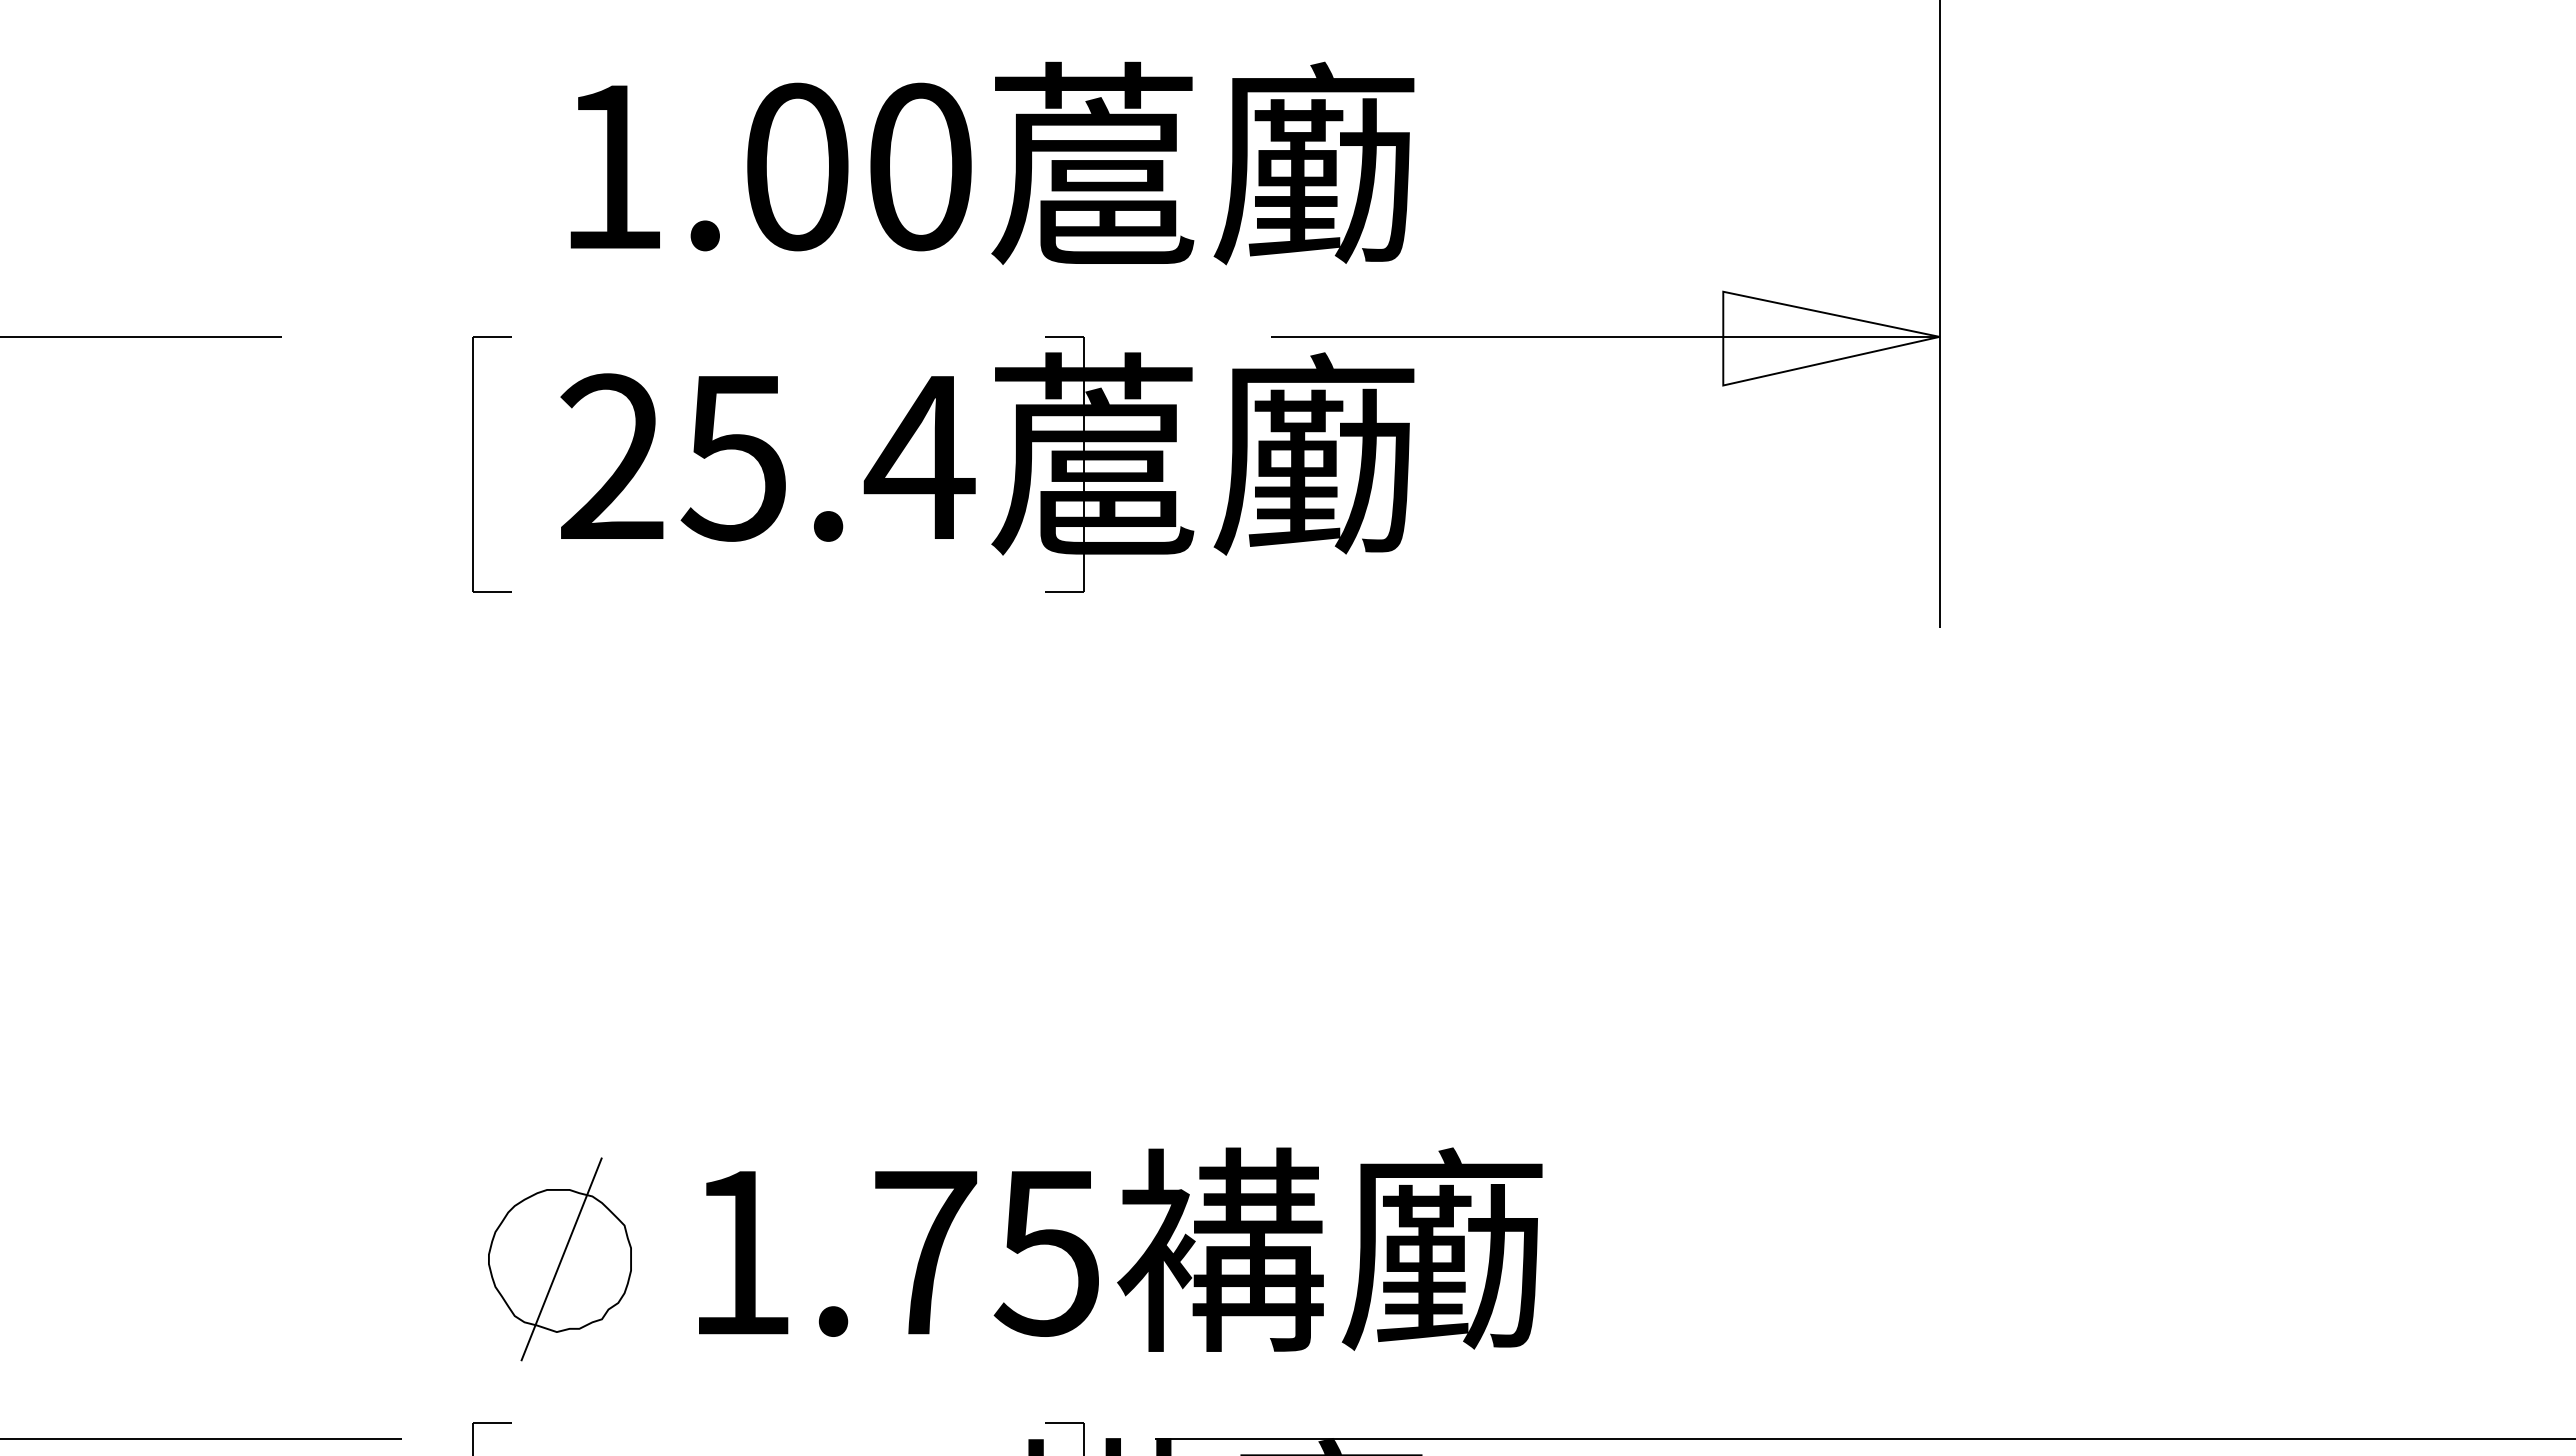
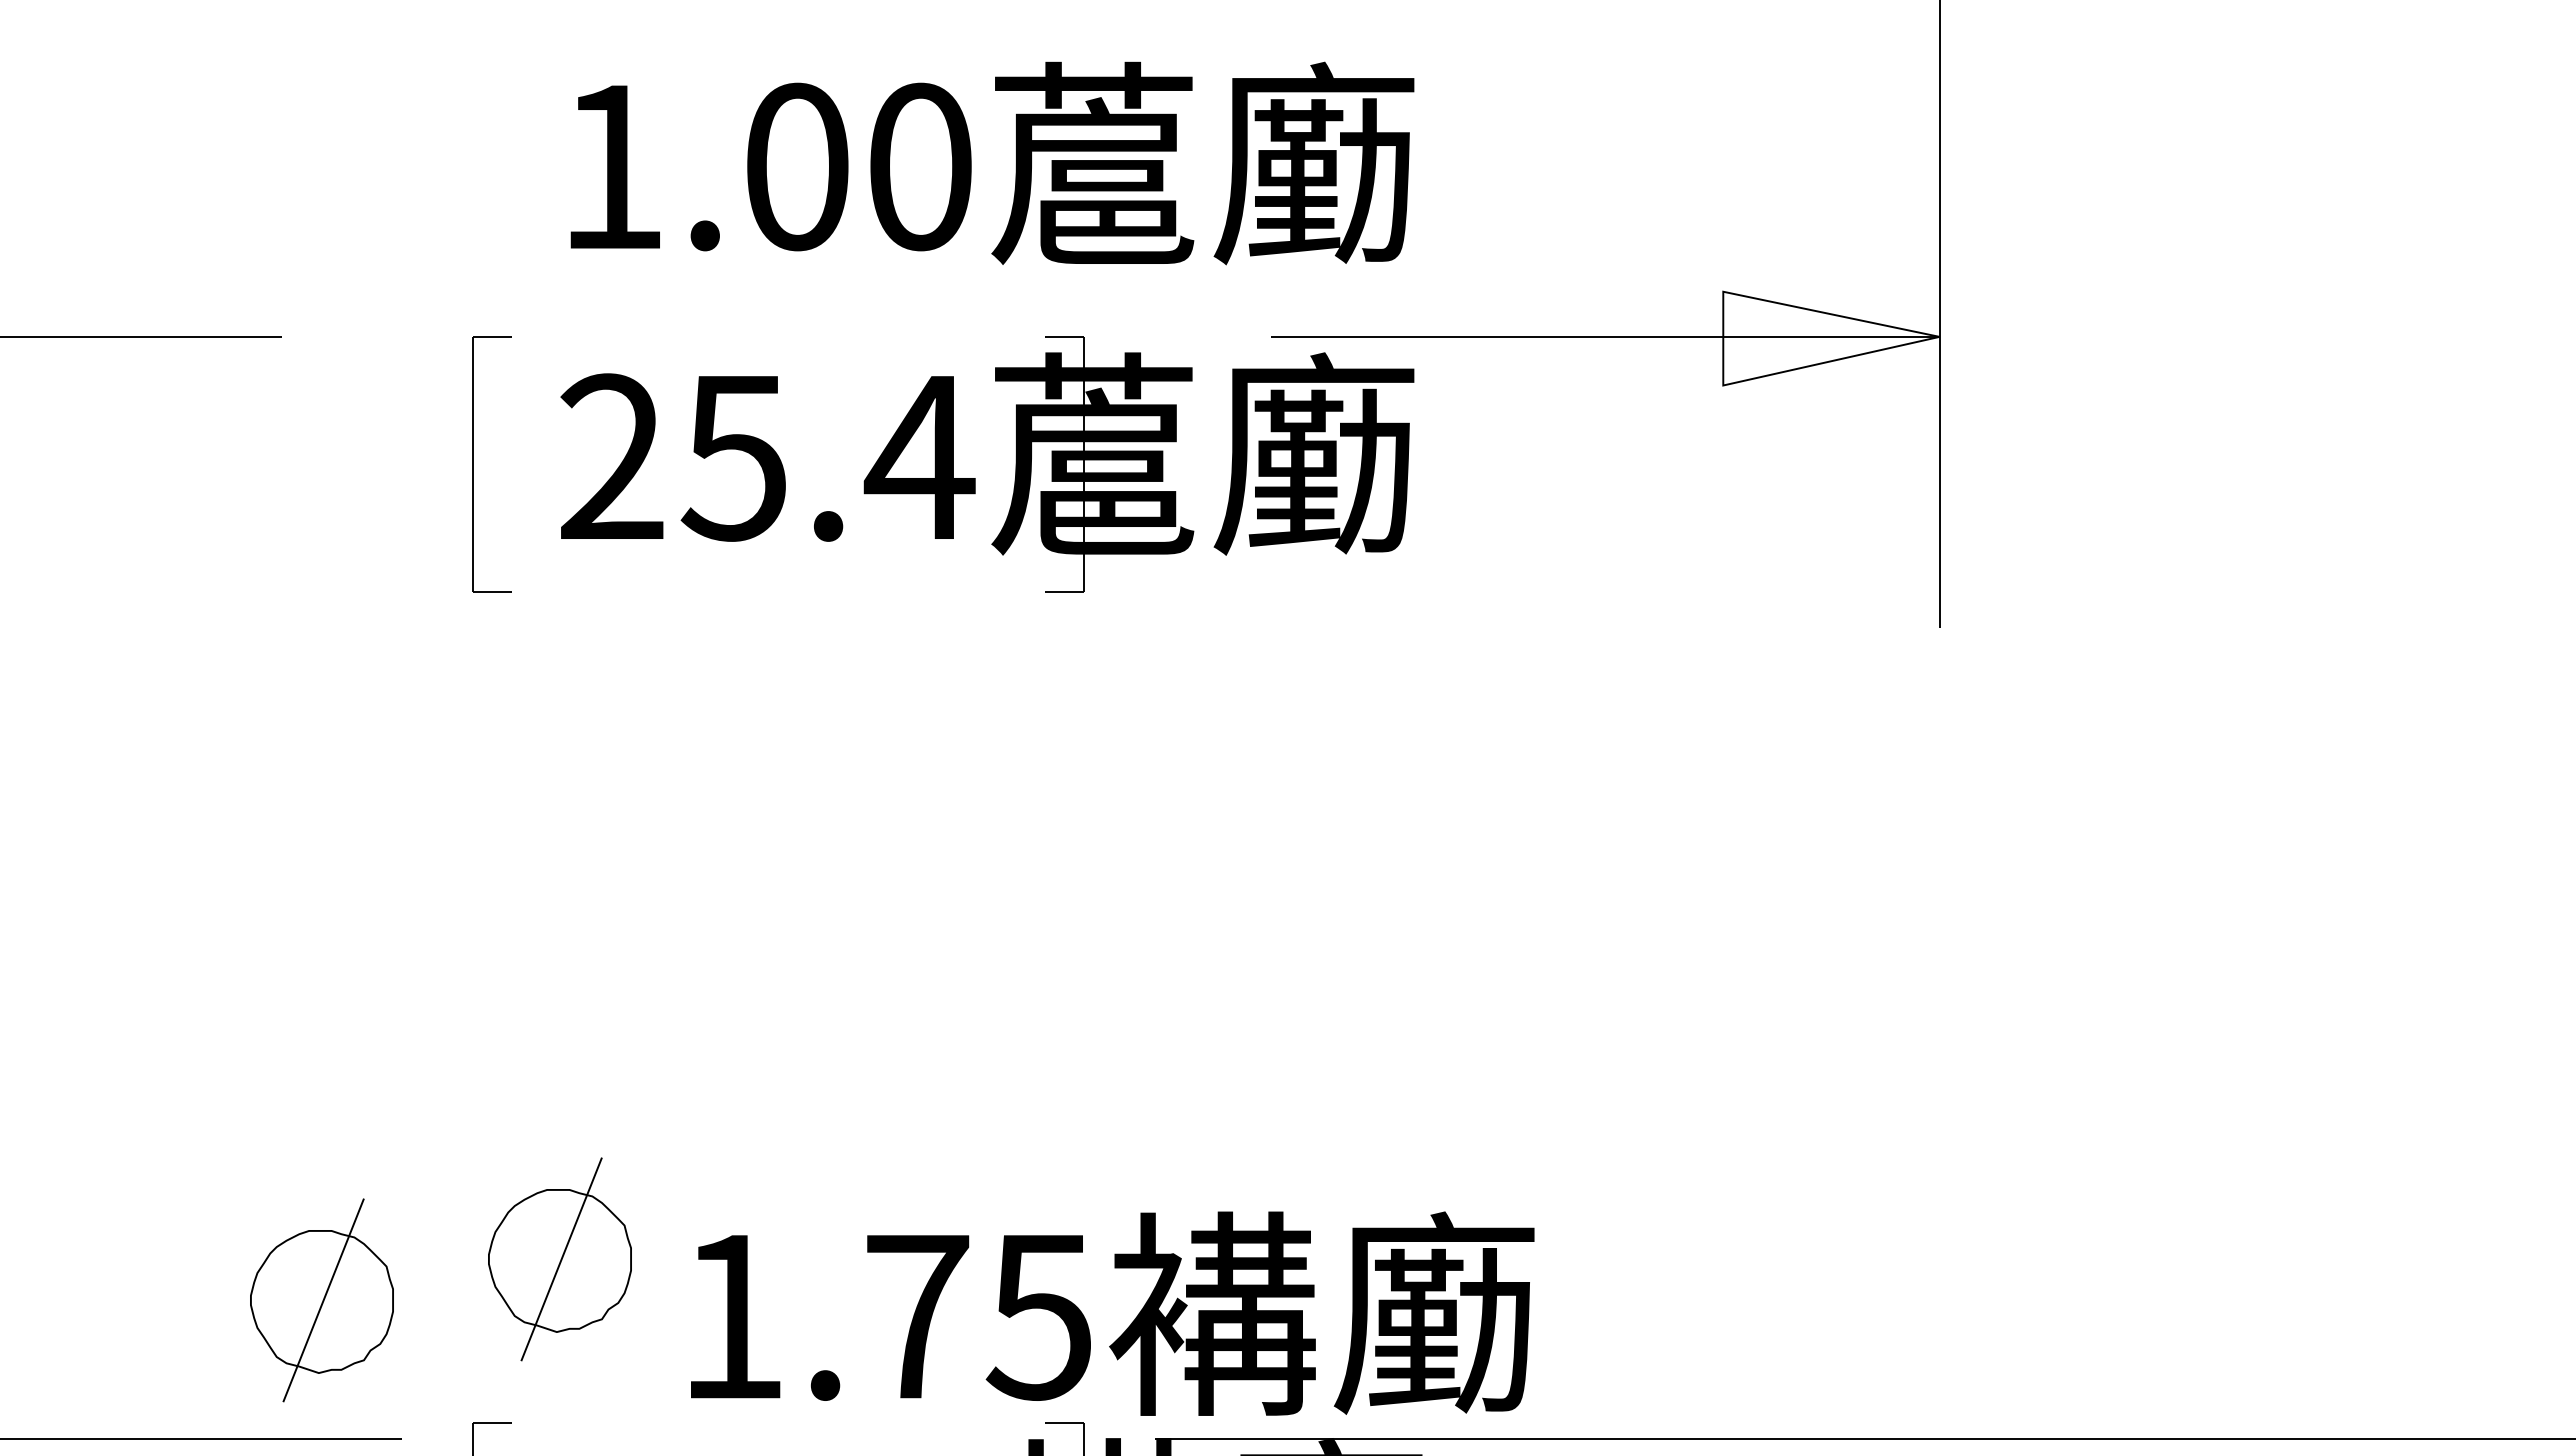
text at (1120, 1249) position: (1120, 1249) -> (1112, 1313)
part at (321, 1300): none -> present
